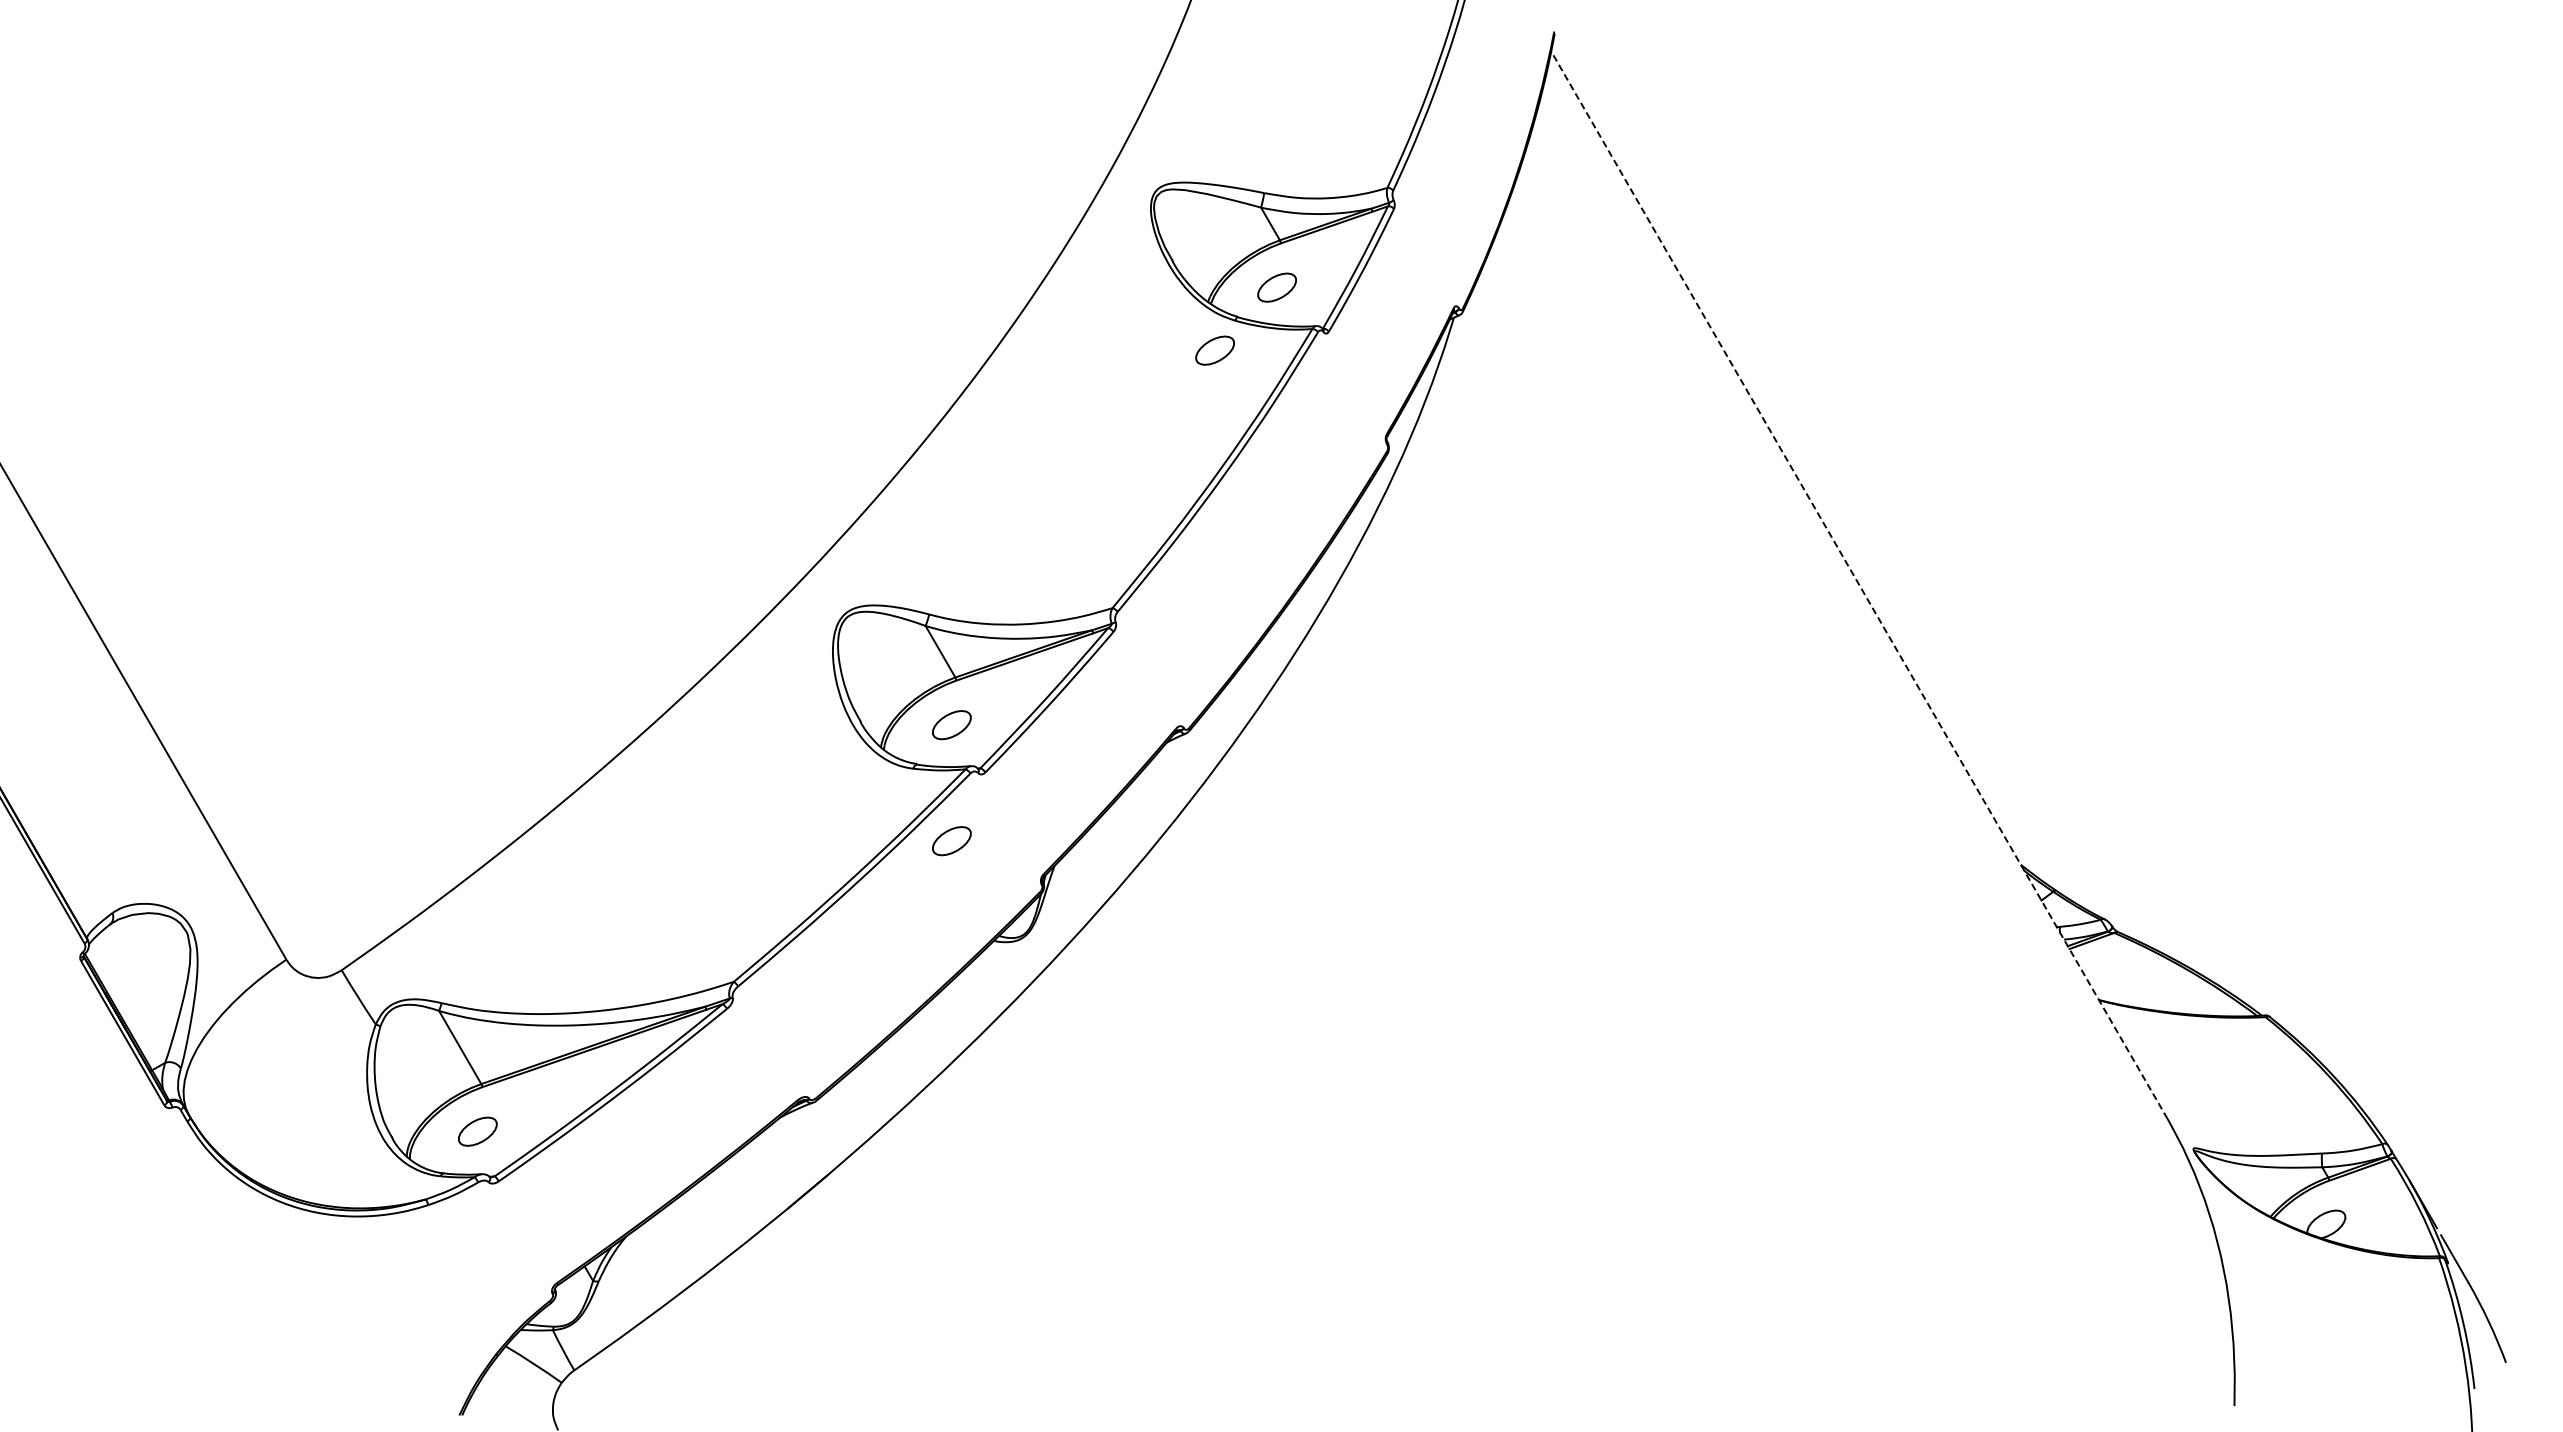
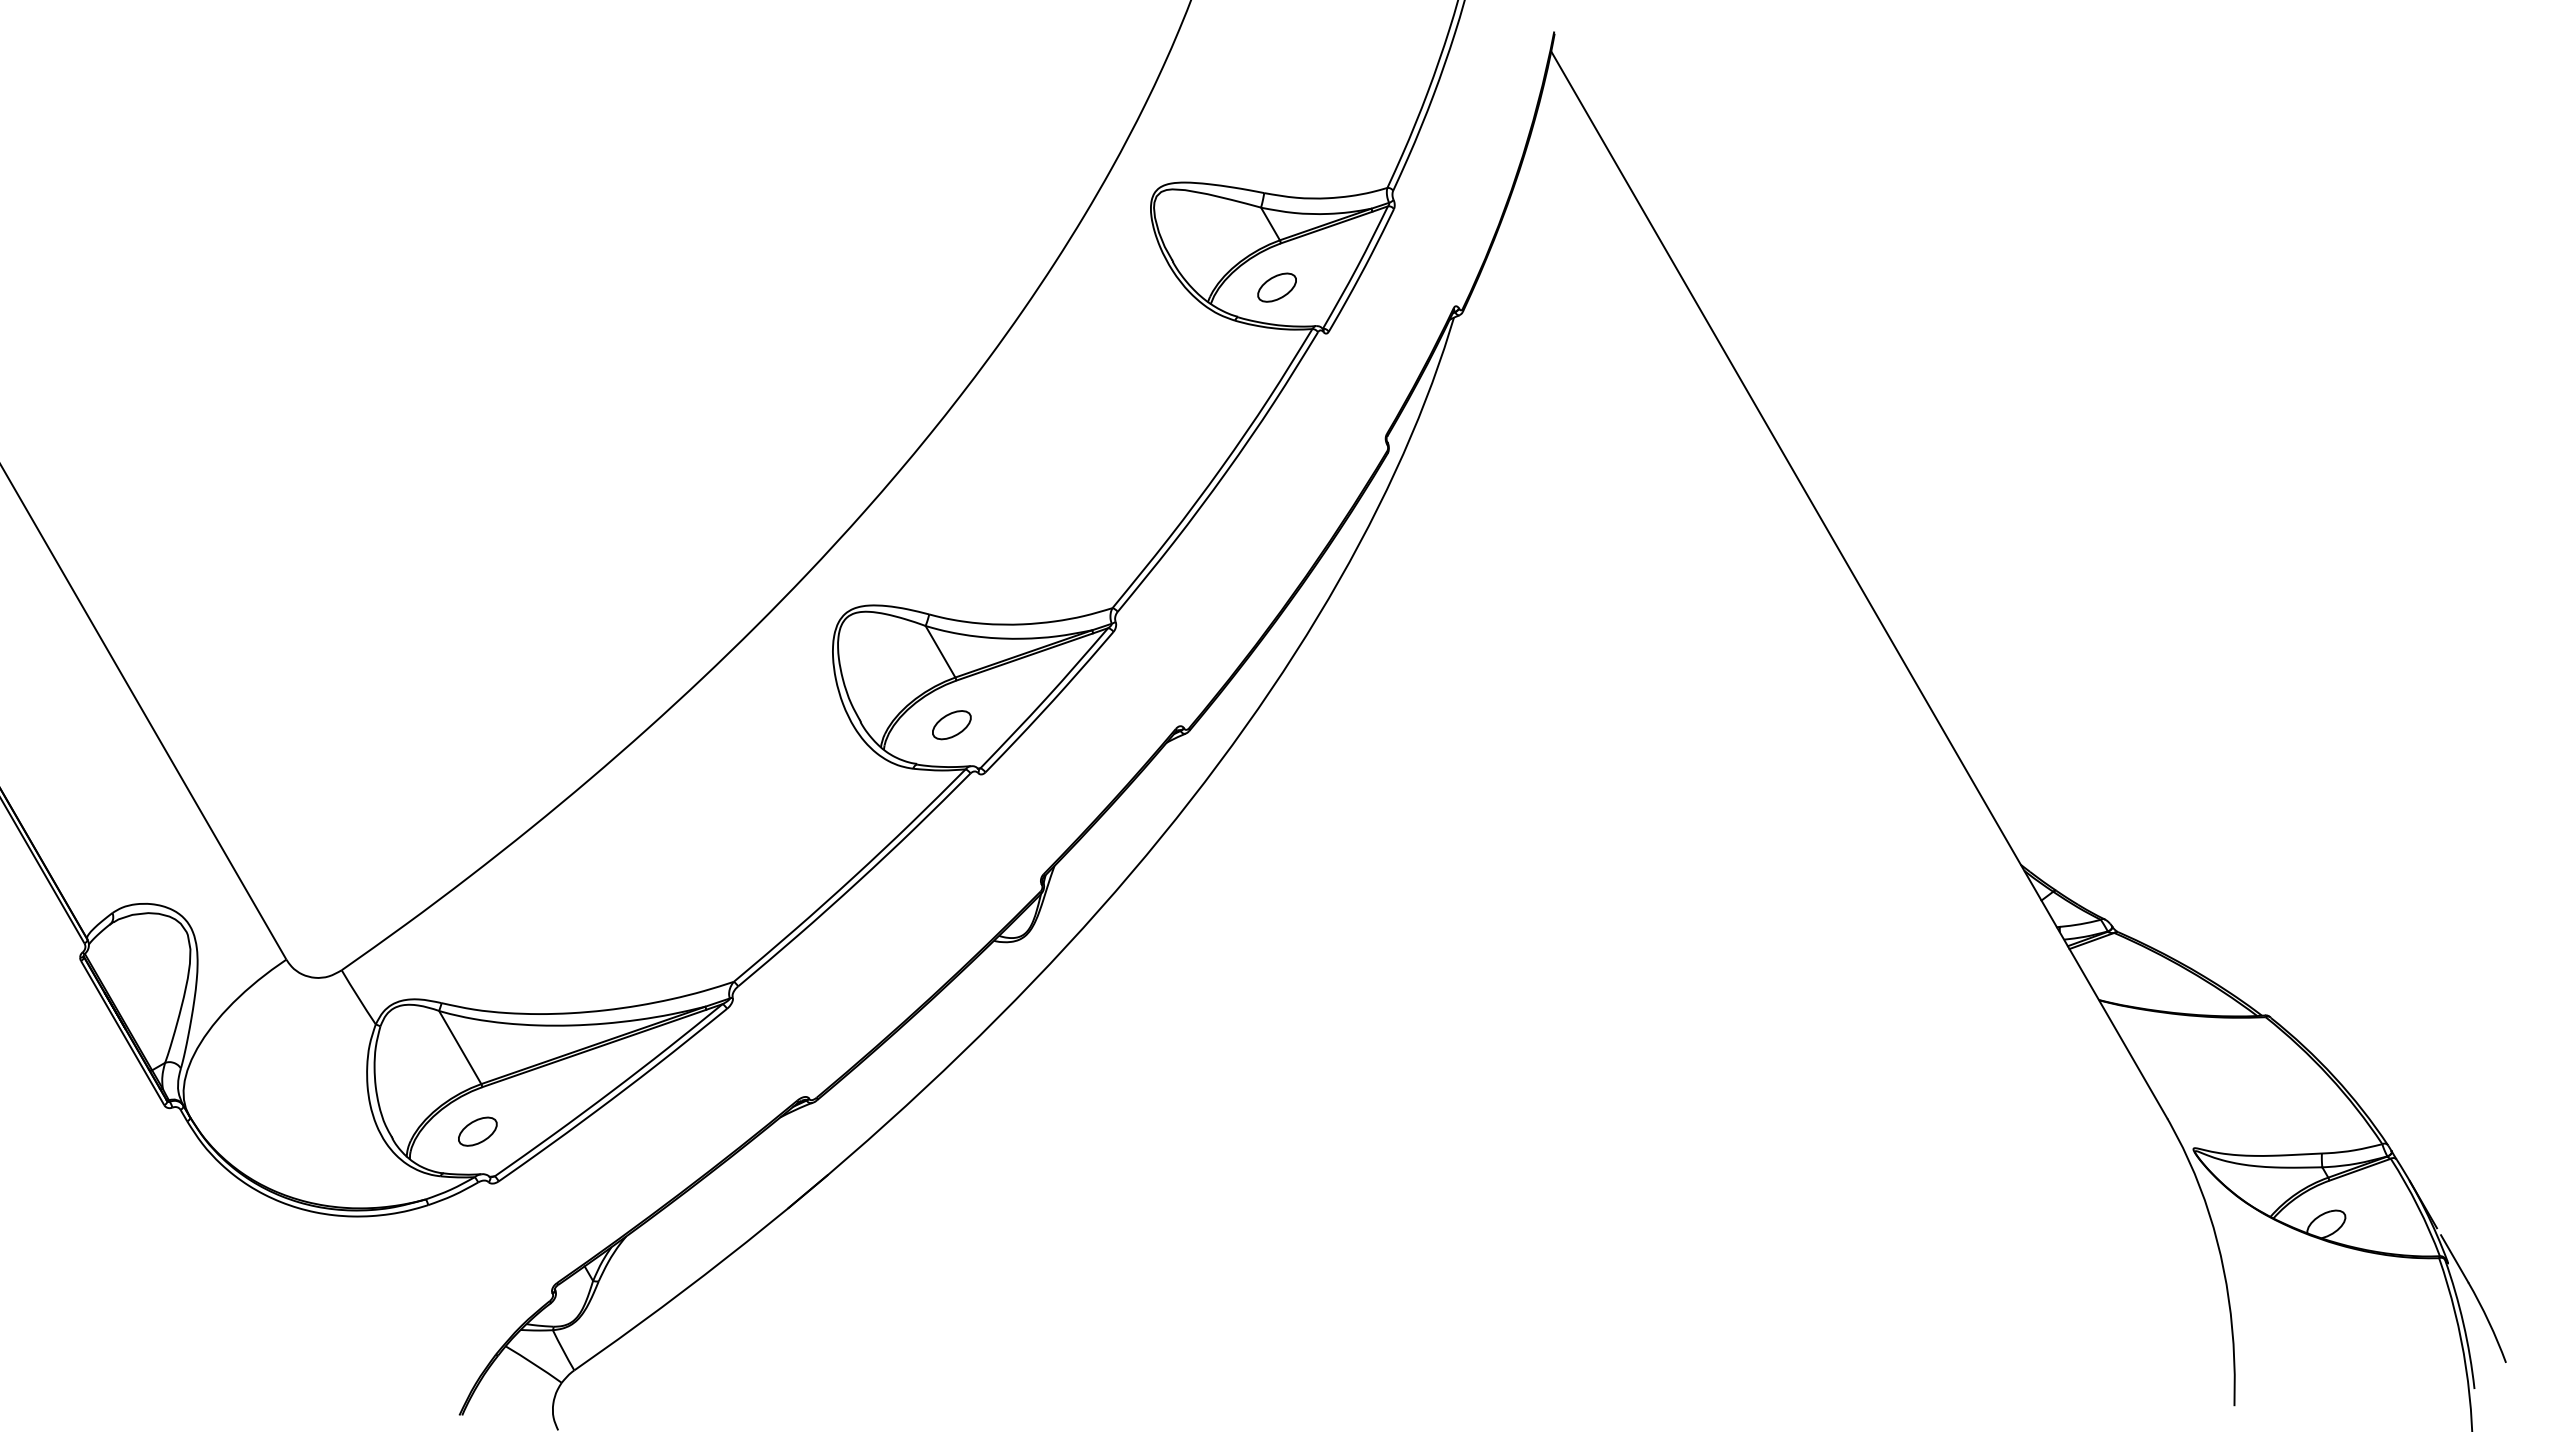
part at (1214, 350): present -> none
line at (1859, 584): dashed -> solid
part at (951, 841): present -> none
